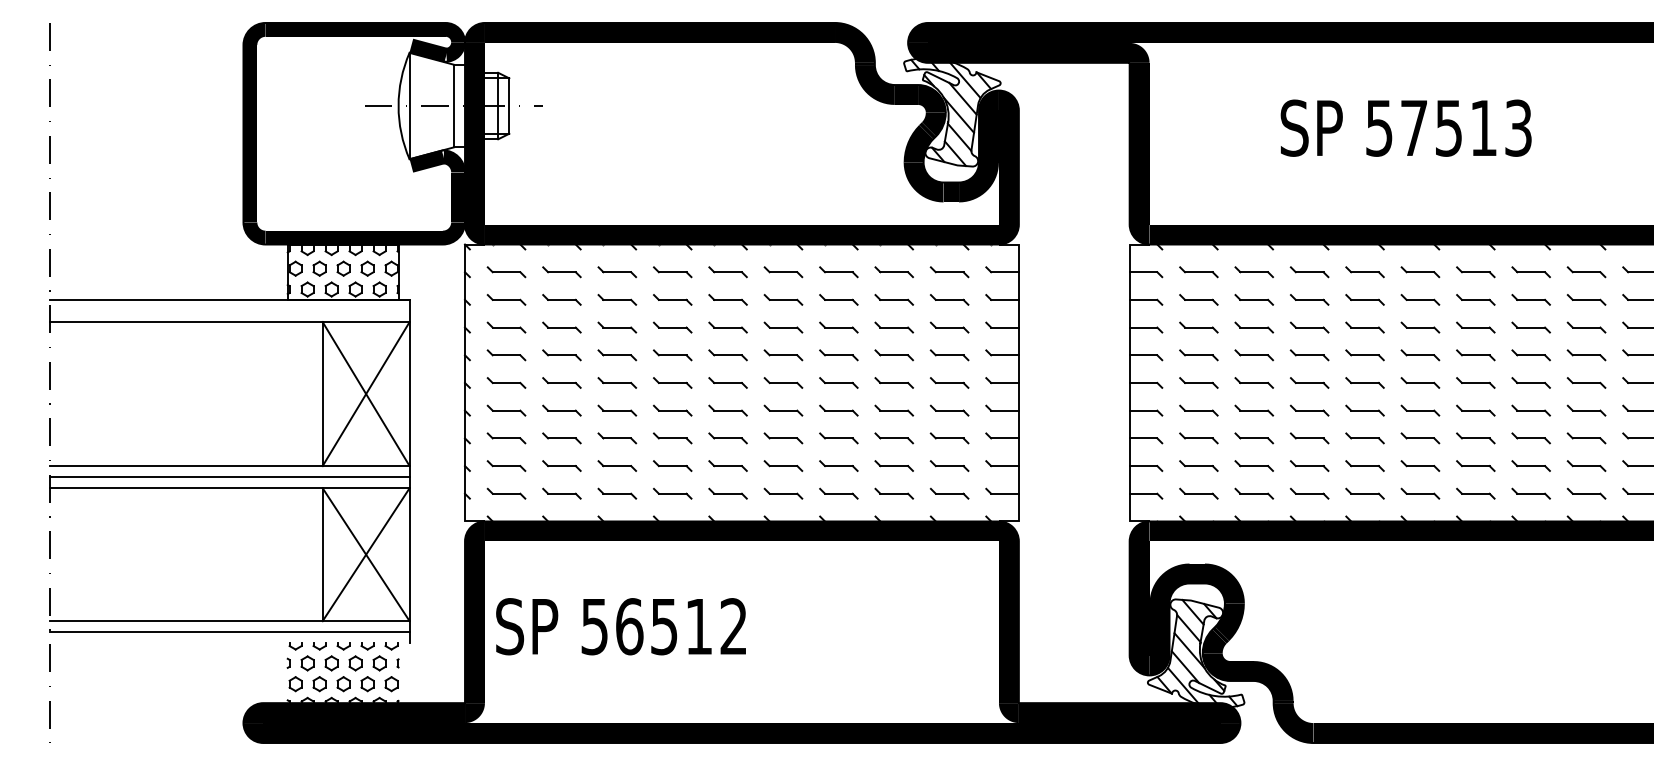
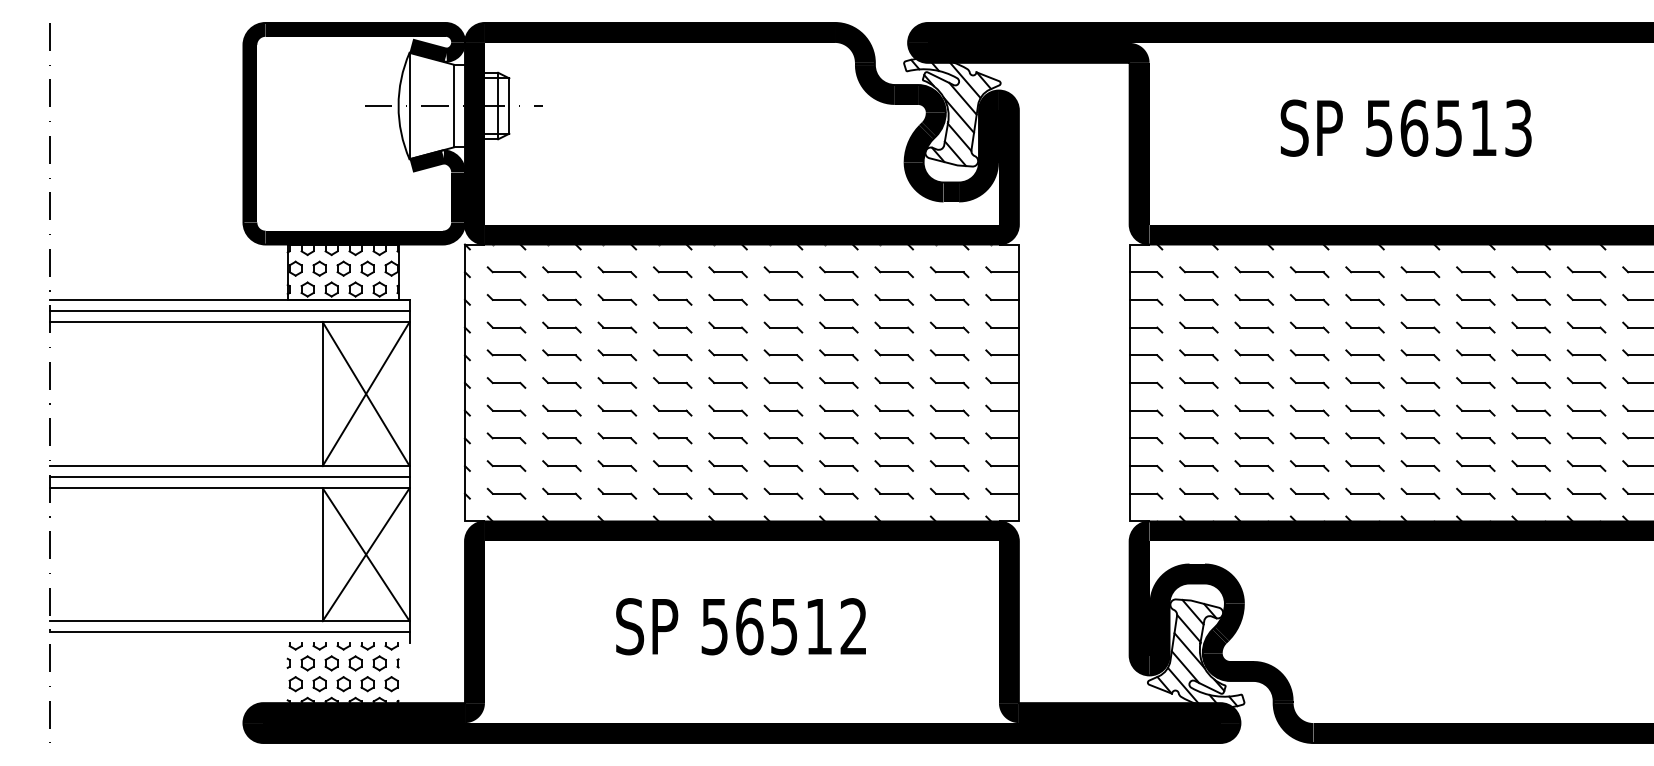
text at (1414, 127): 57513 -> 56513
line at (229, 310): none -> present
text at (620, 626) position: (620, 626) -> (740, 626)
